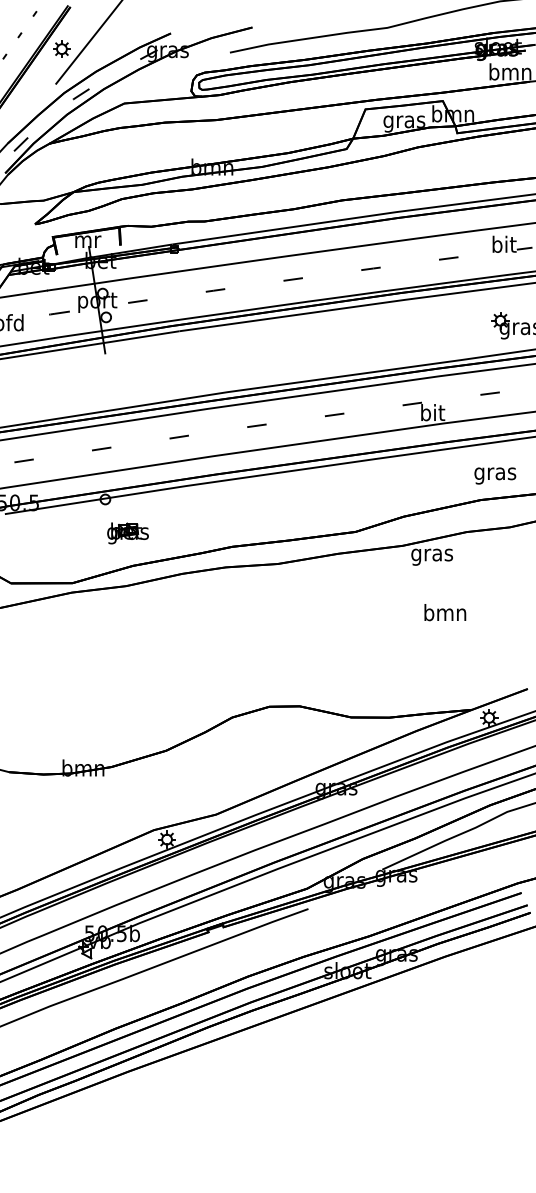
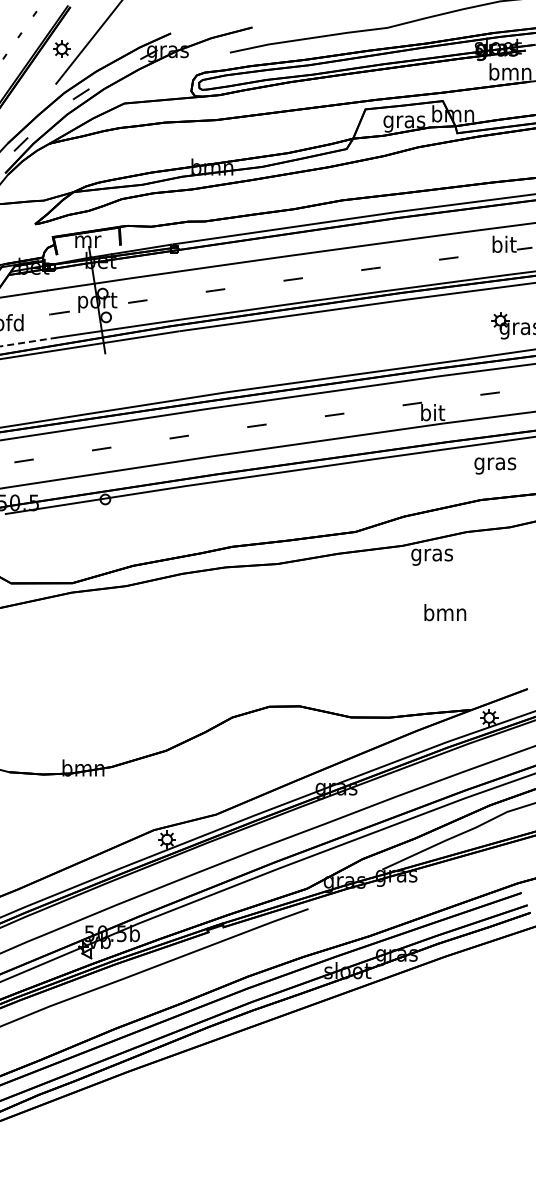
line at (27, 342): solid -> dashed
text at (495, 475) position: (495, 475) -> (495, 465)
part at (127, 533): present -> none
